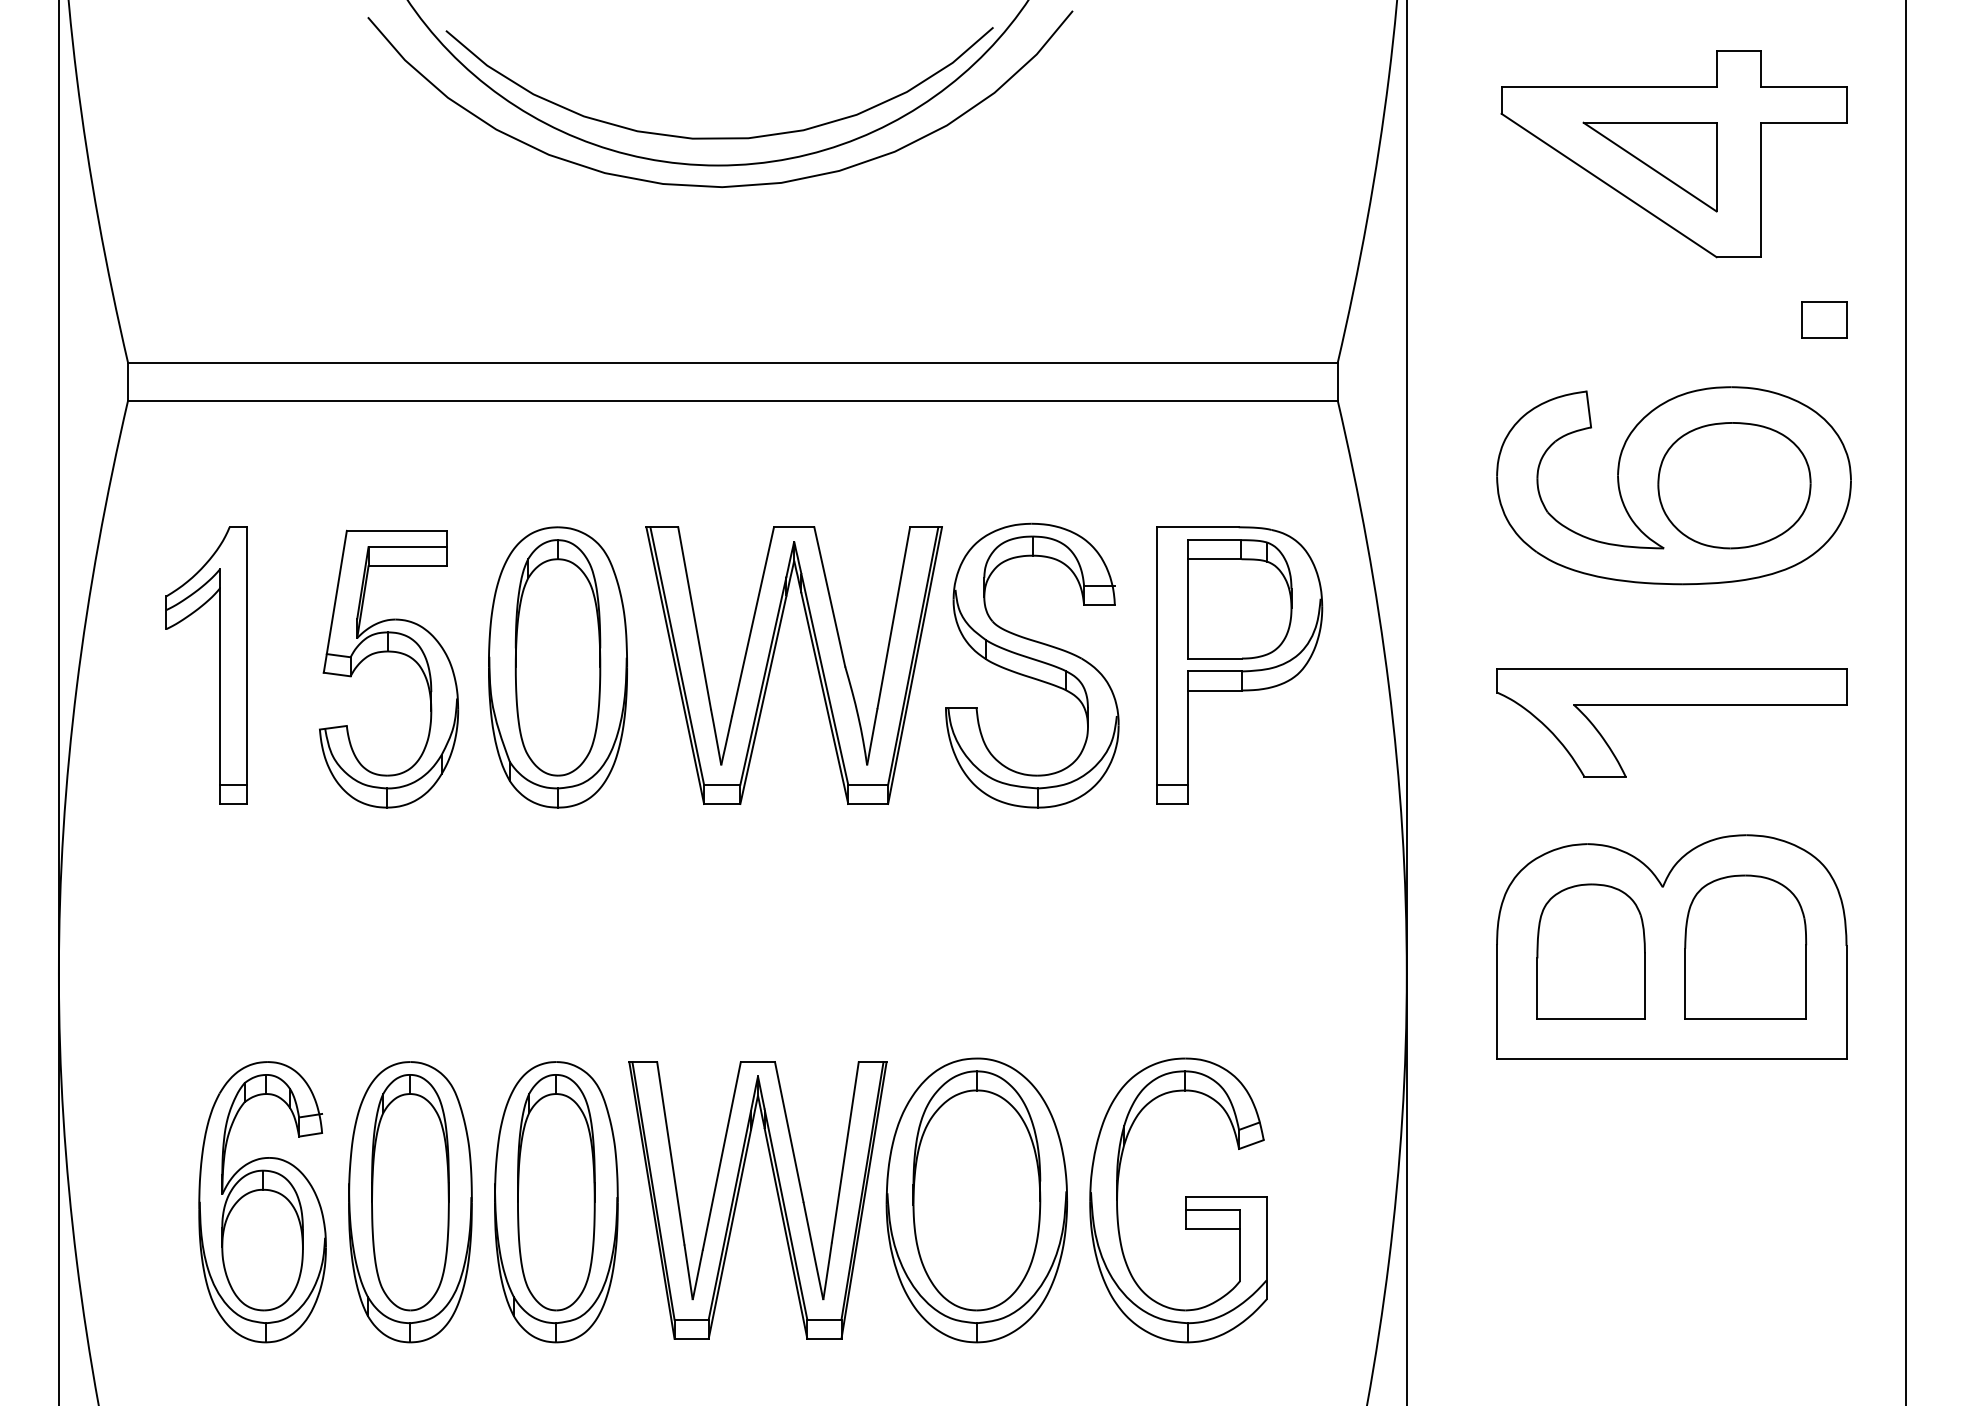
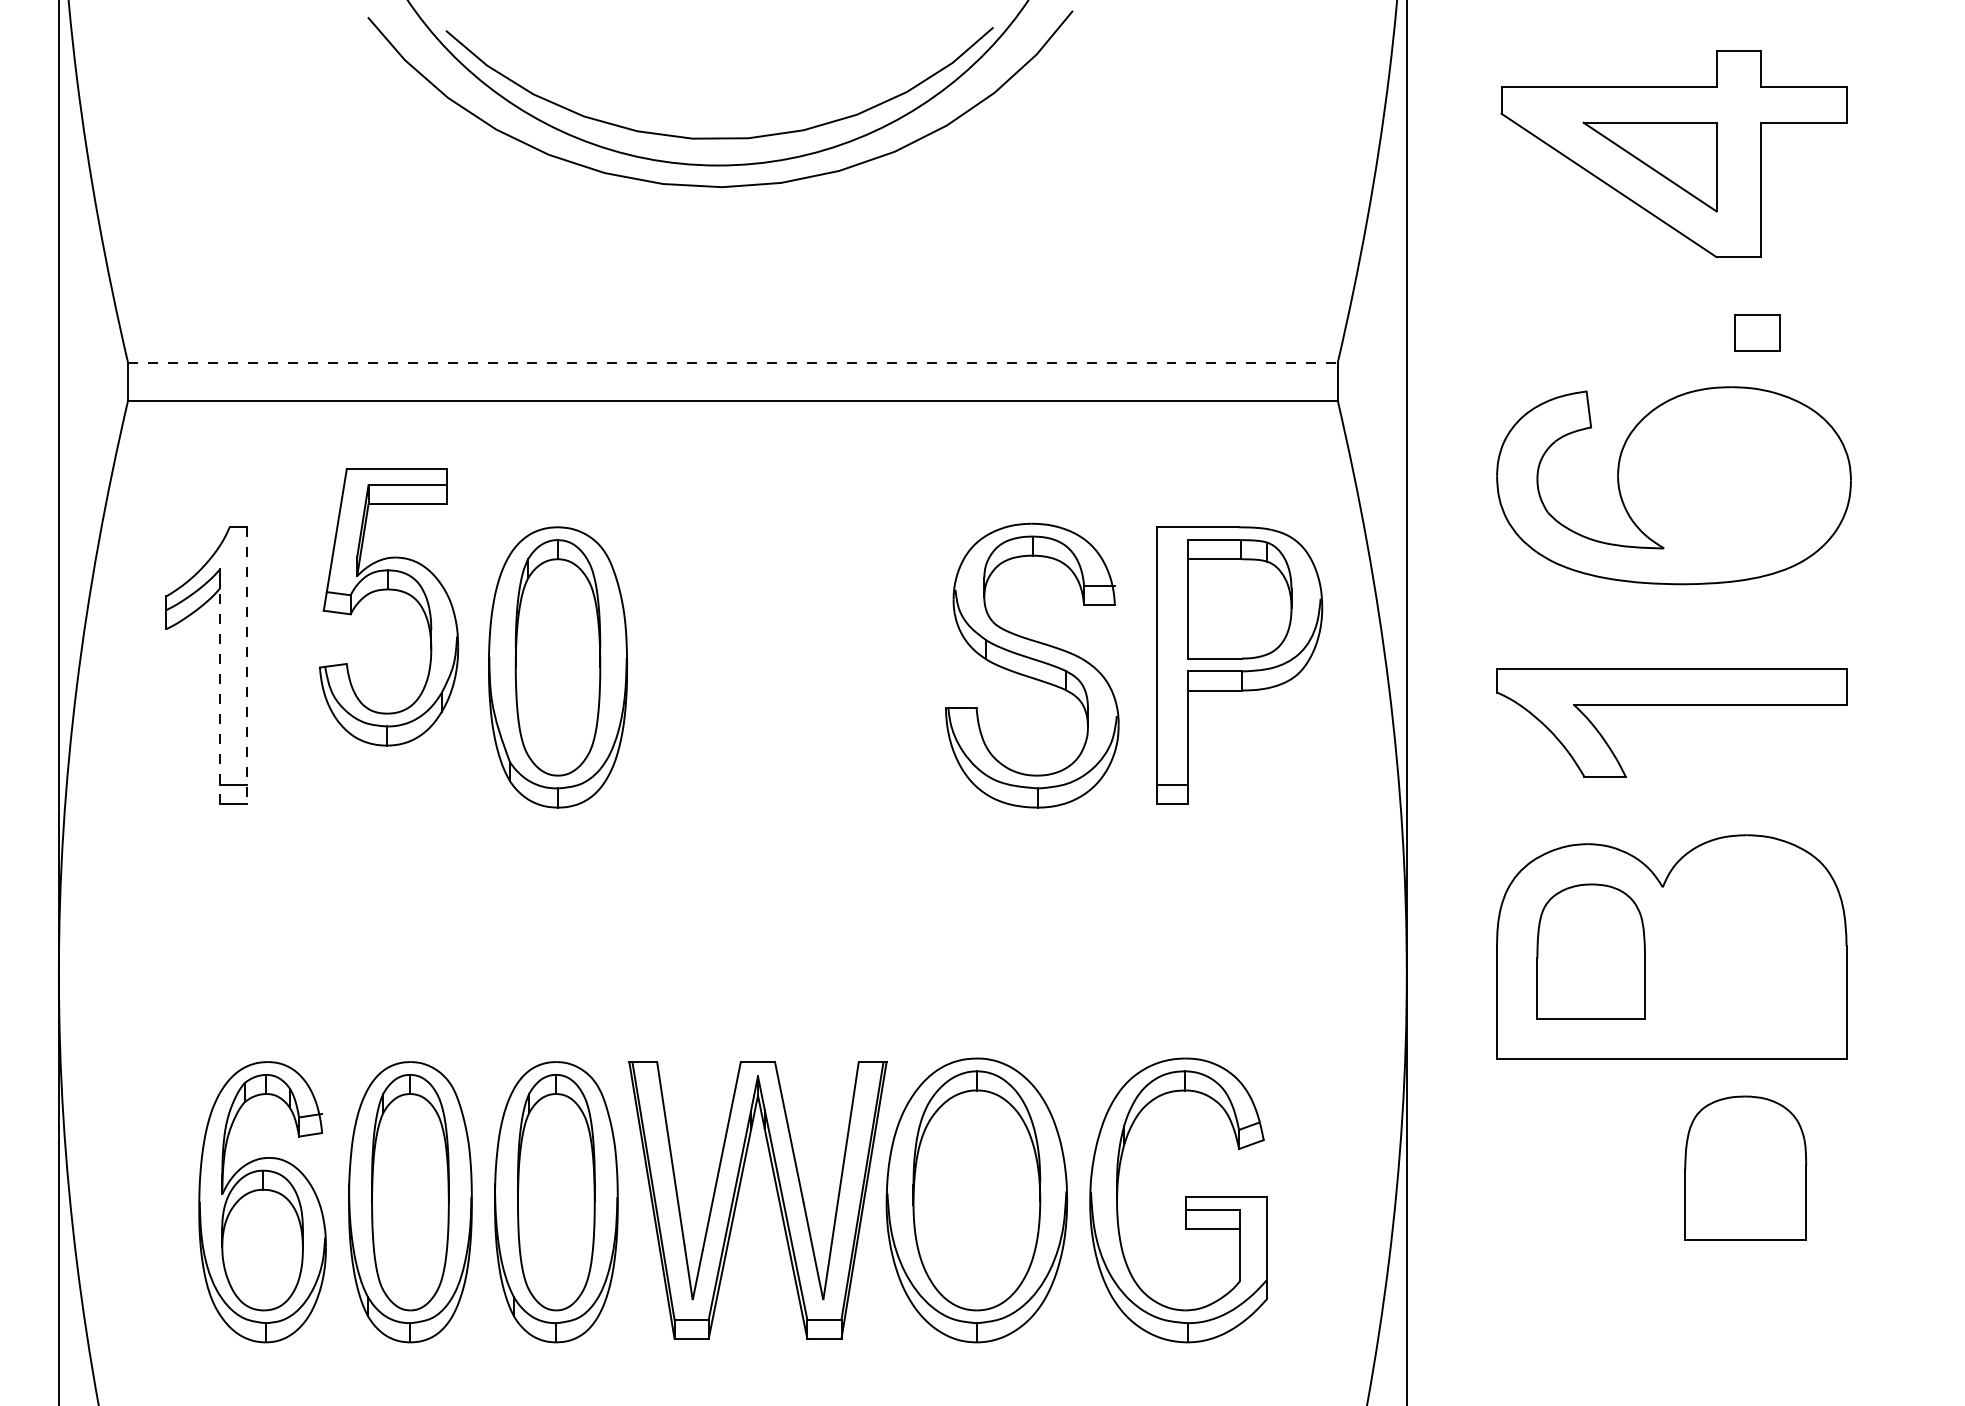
part at (1824, 319) position: (1824, 319) -> (1757, 332)
line at (732, 362): solid -> dashed
part at (1734, 485): present -> none
part at (389, 652) position: (389, 652) -> (389, 590)
part at (773, 660): present -> none
line at (247, 666): solid -> dashed
line at (220, 696): solid -> dashed
line at (1906, 702): present -> none
part at (1745, 946) position: (1745, 946) -> (1745, 1167)
